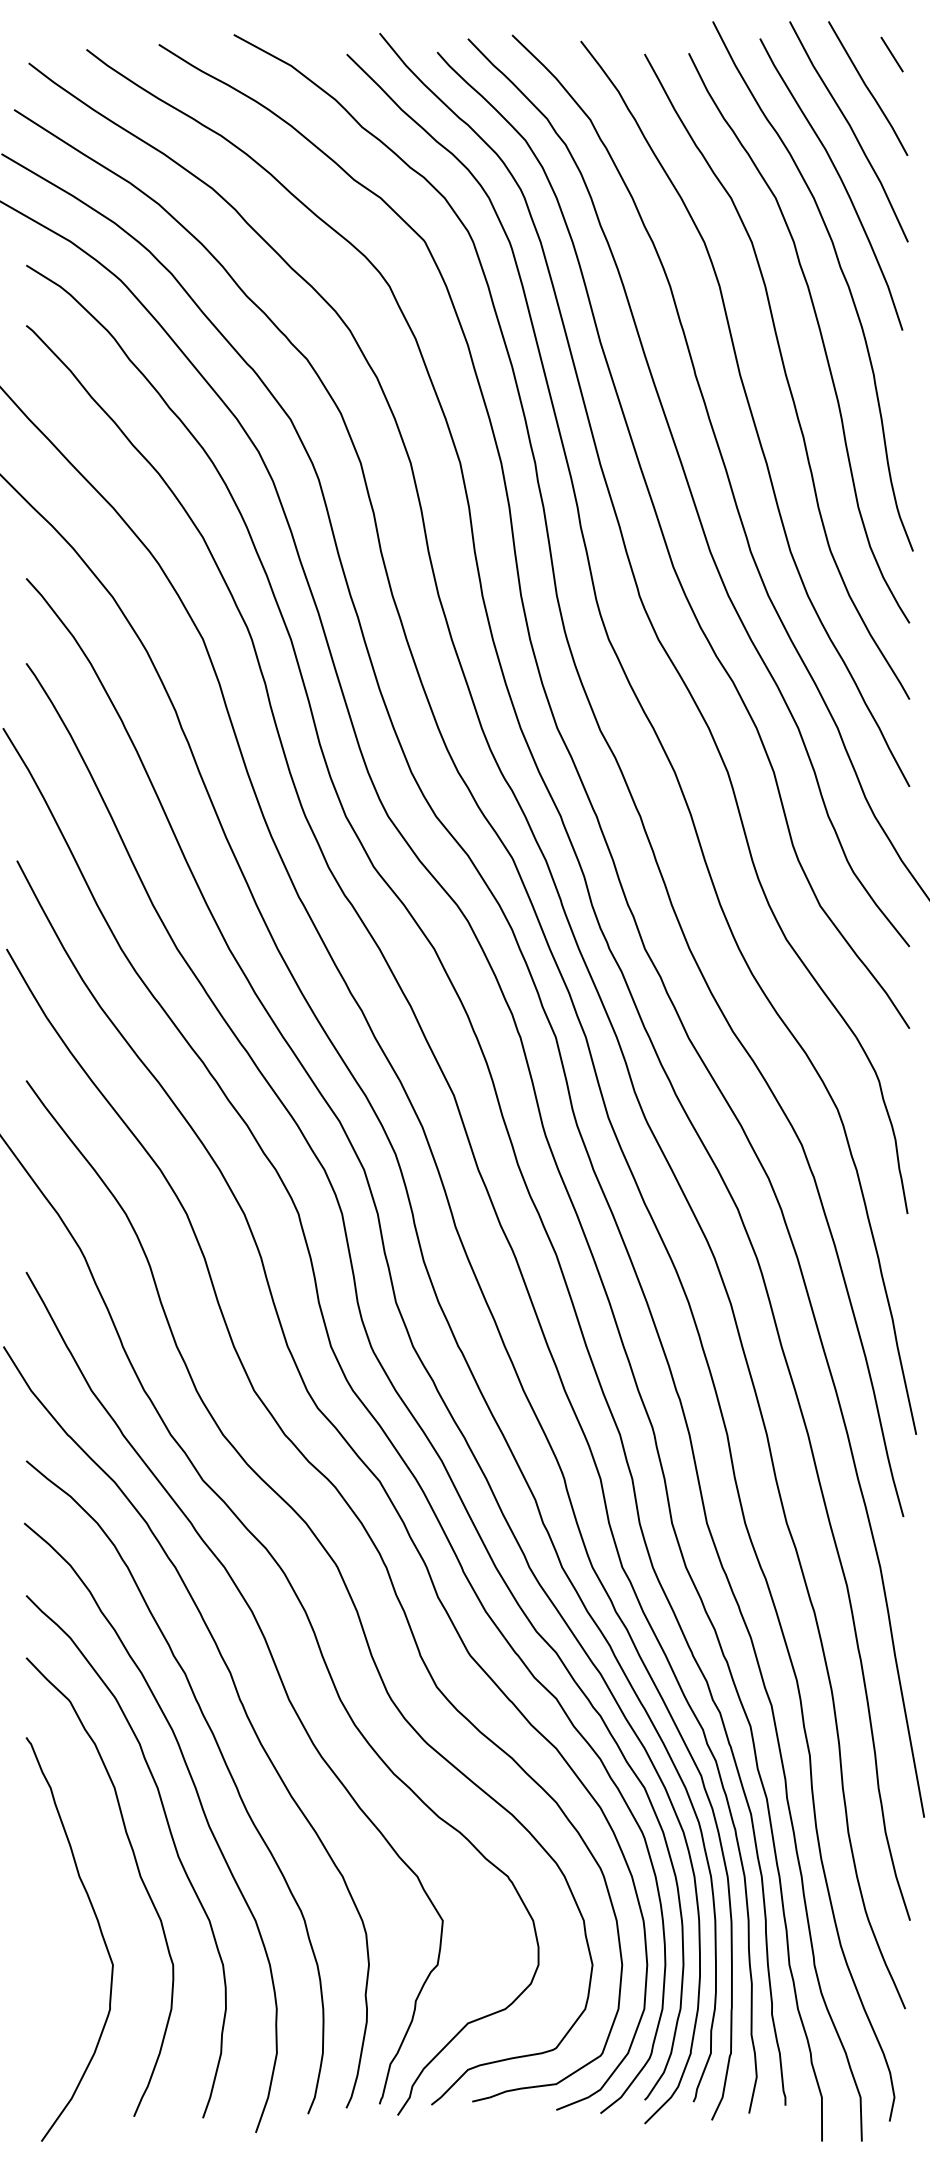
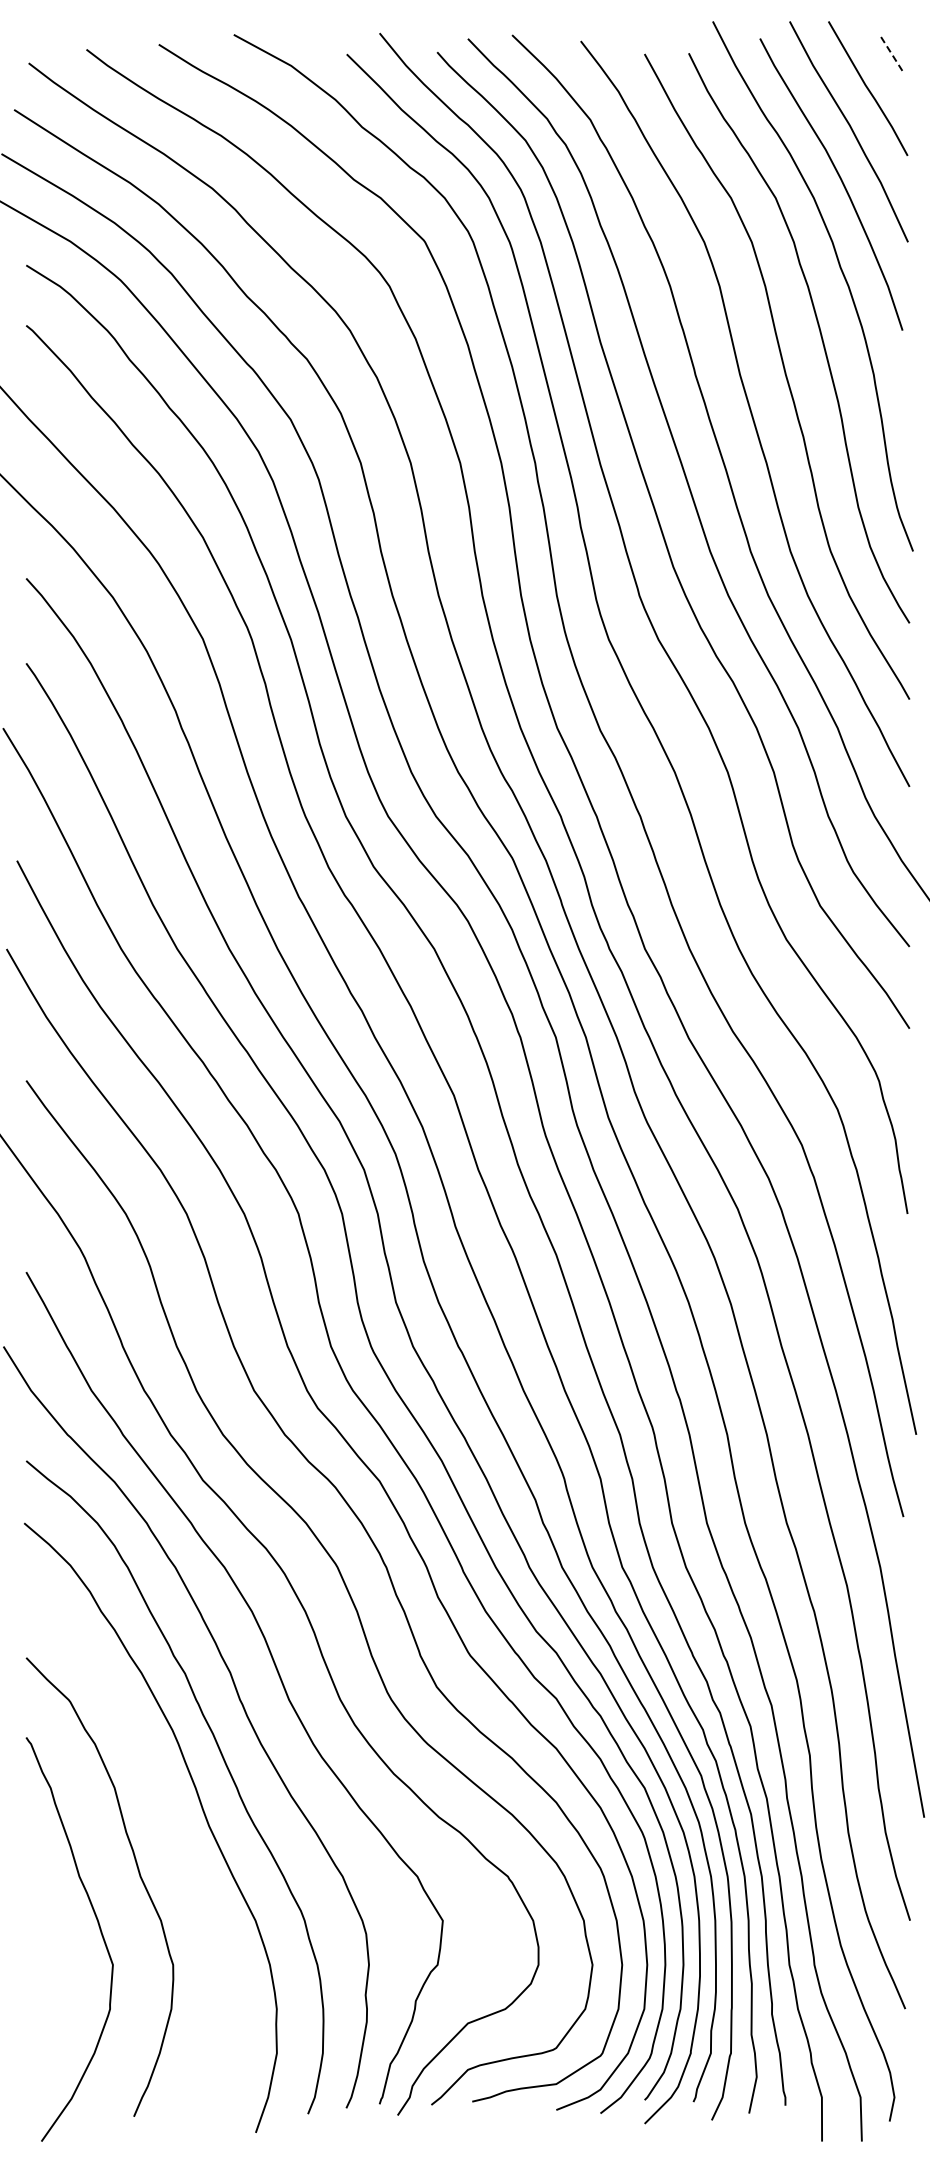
line at (892, 54): solid -> dashed
curve at (172, 1841): present -> none
